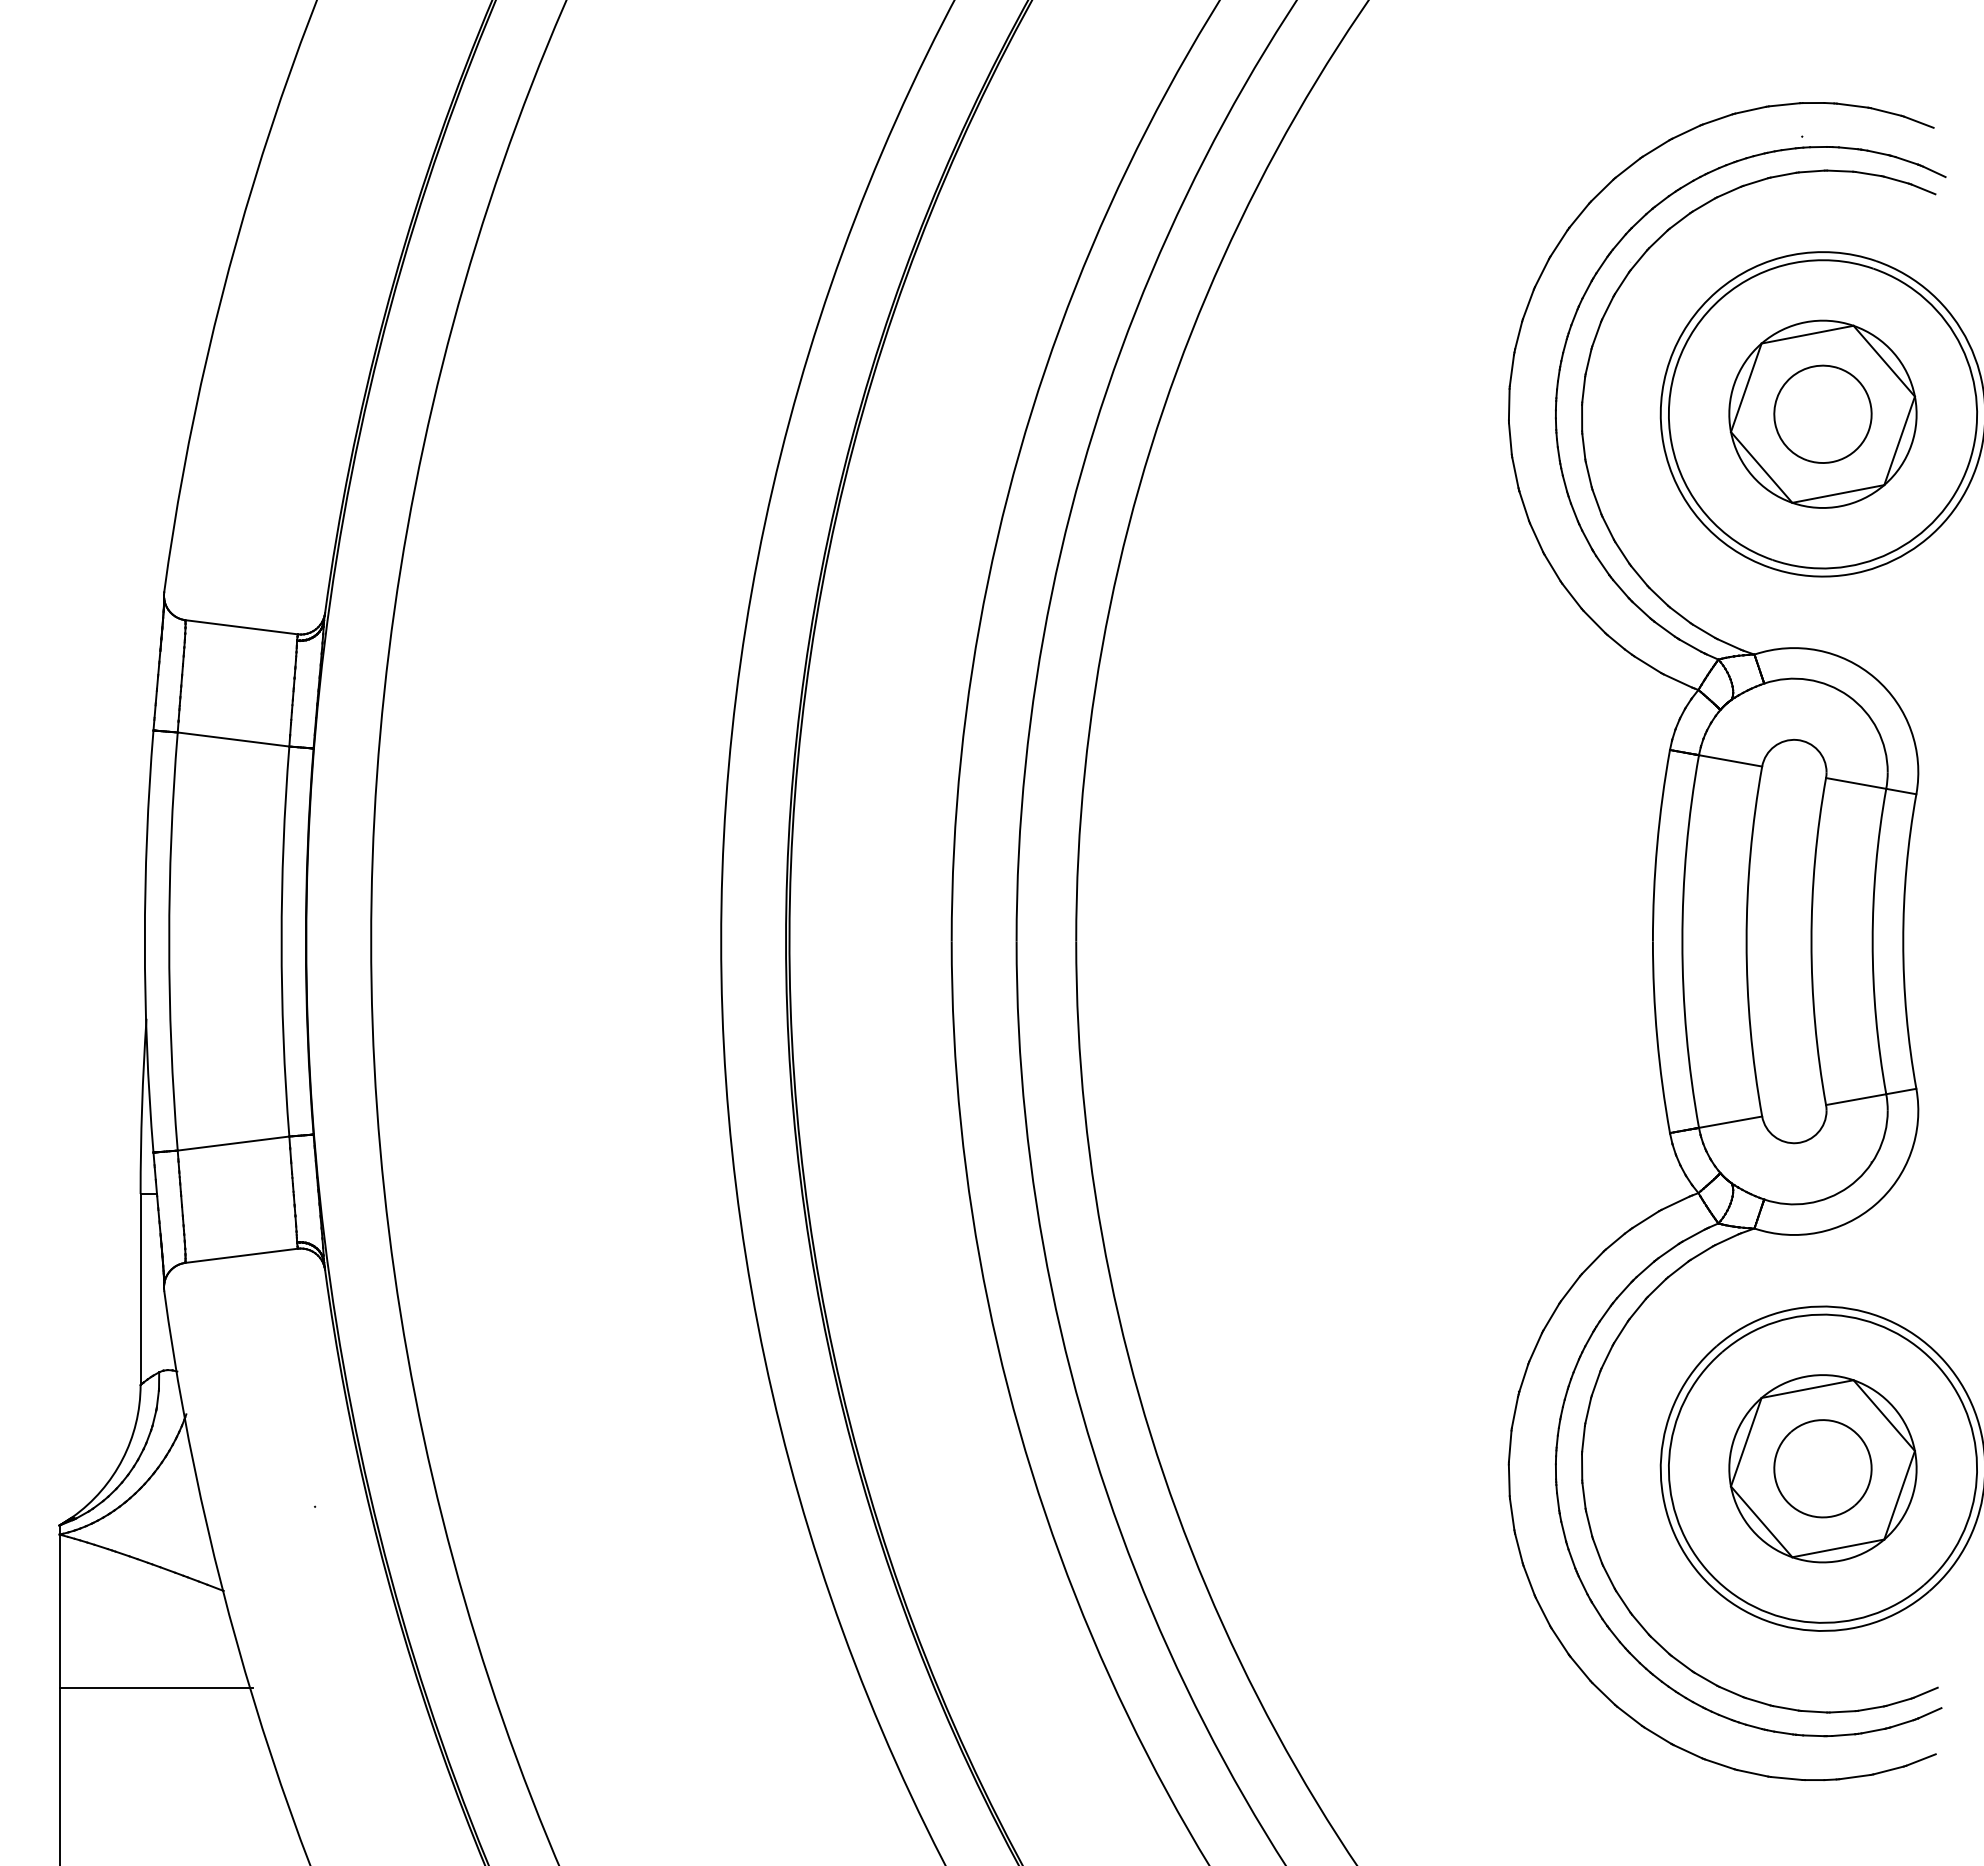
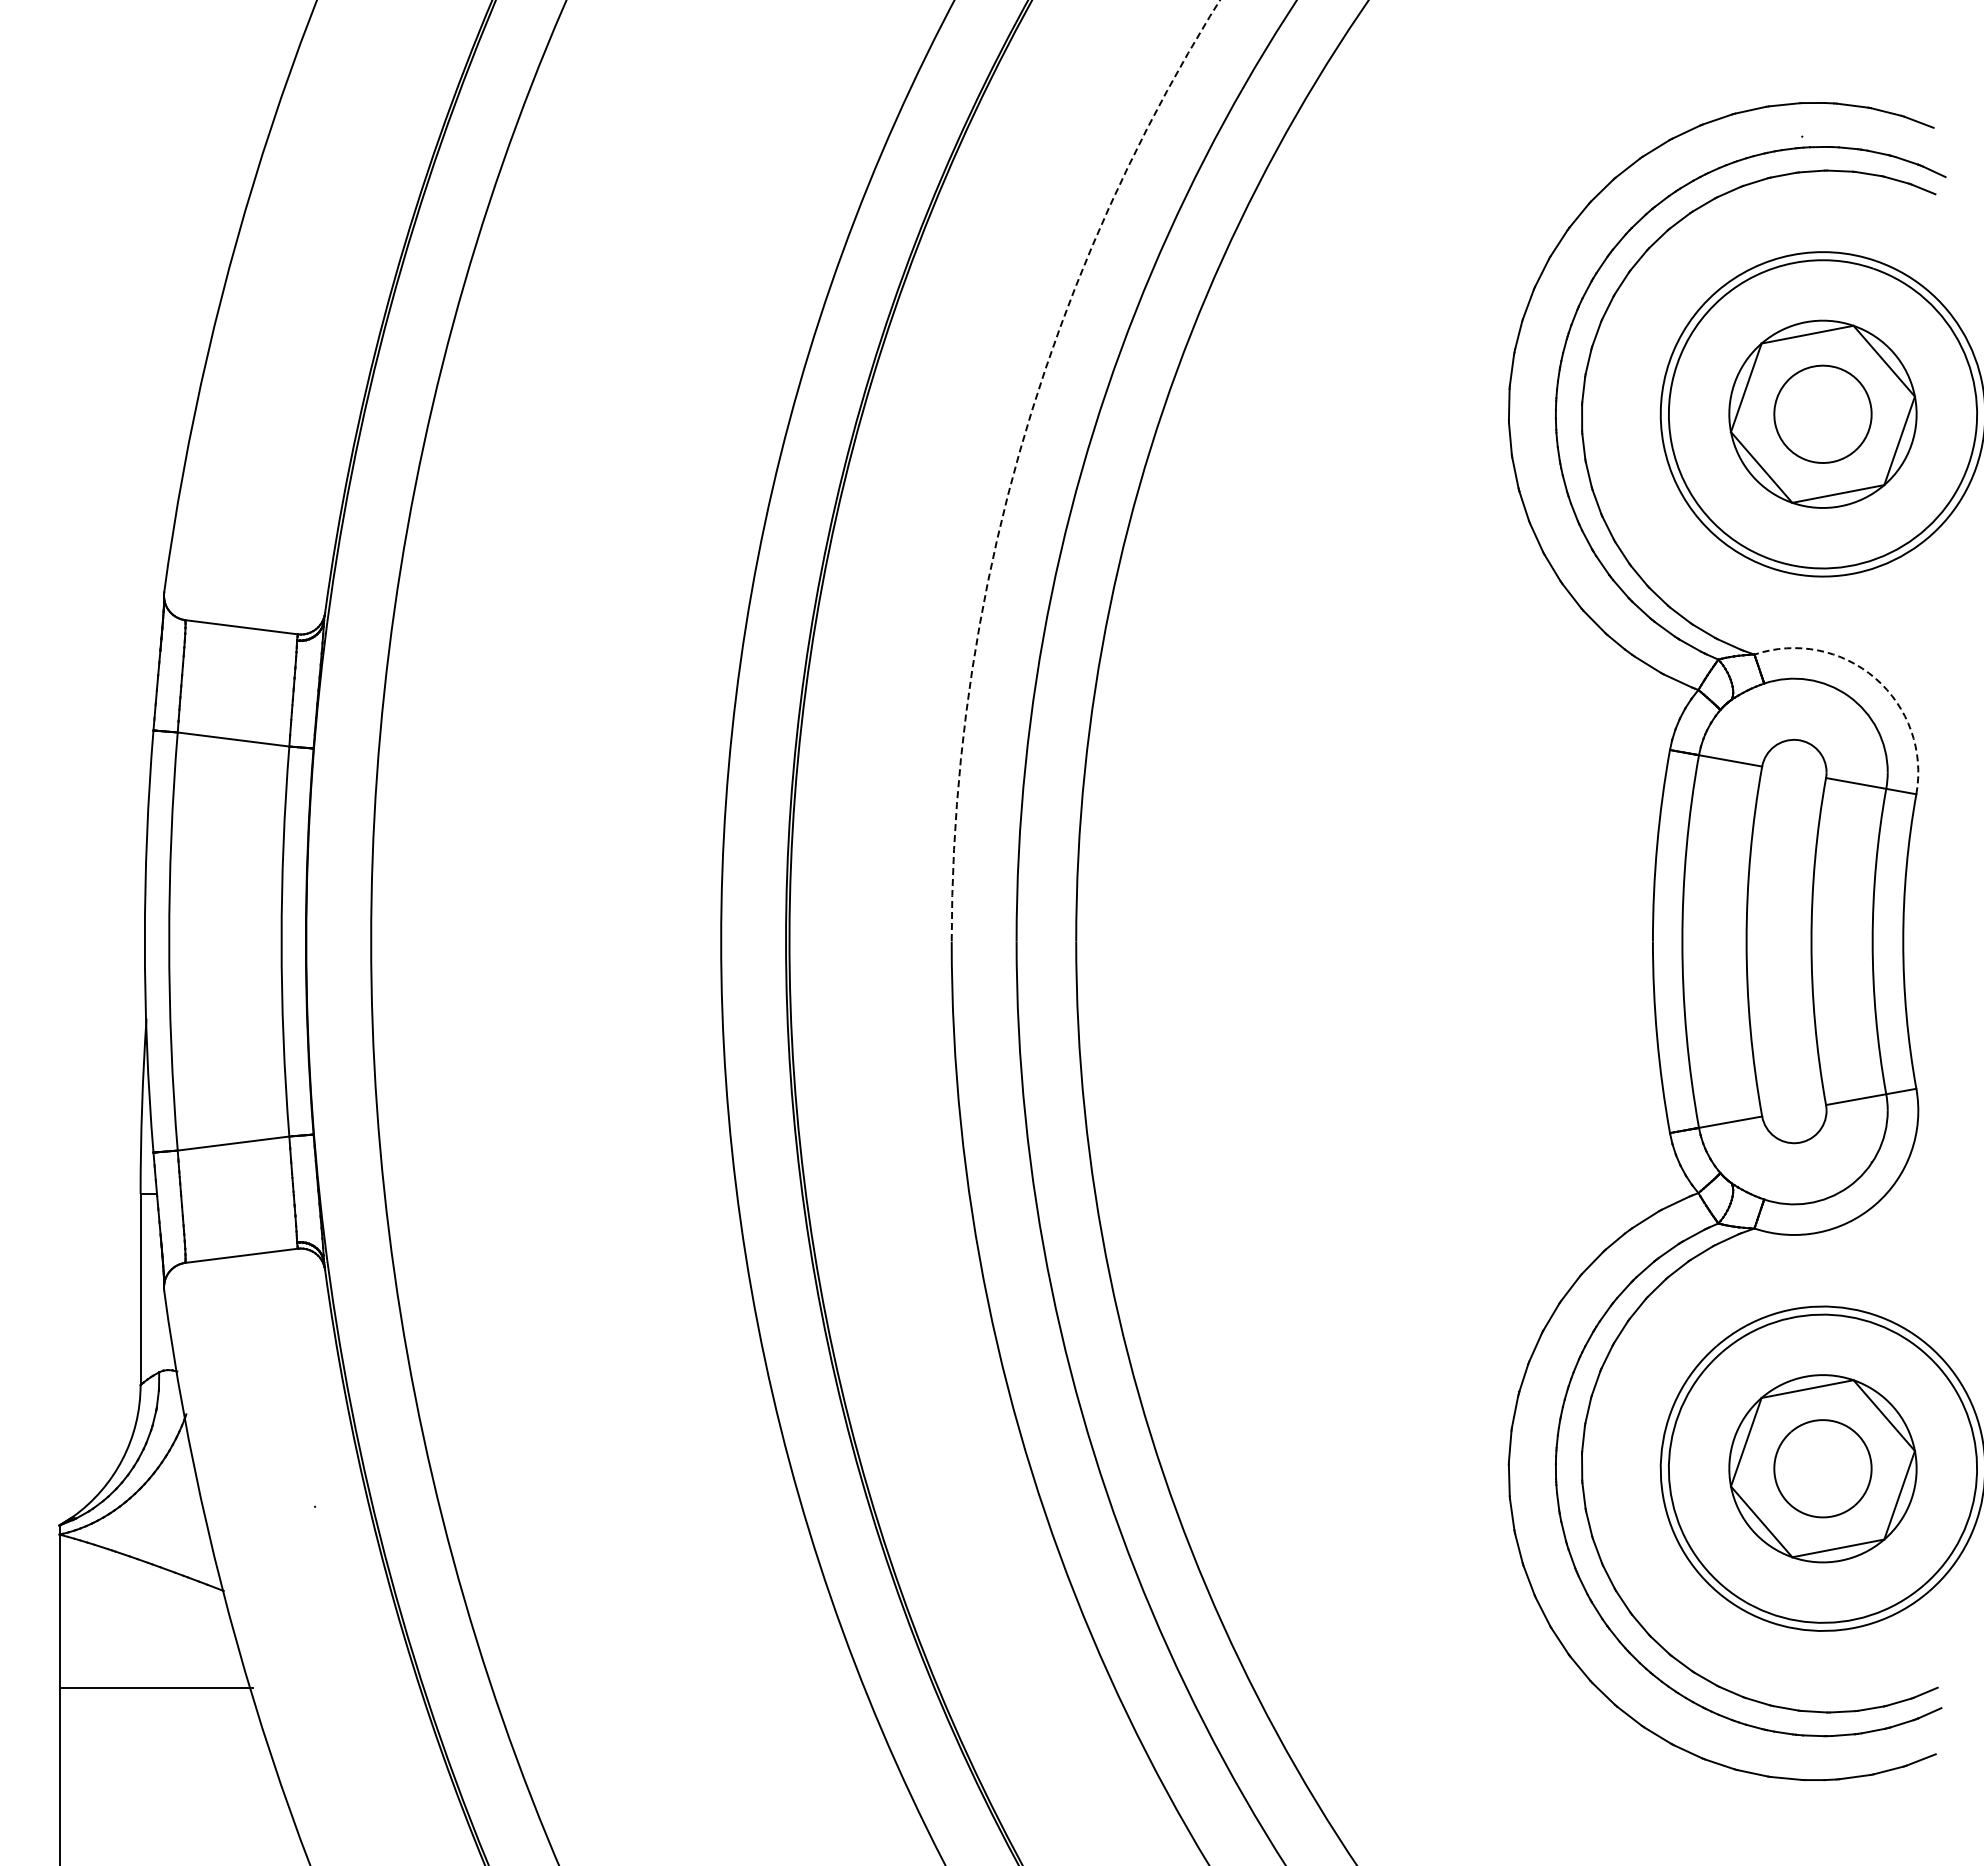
arc at (1019, 452): solid -> dashed
arc at (1875, 678): solid -> dashed
